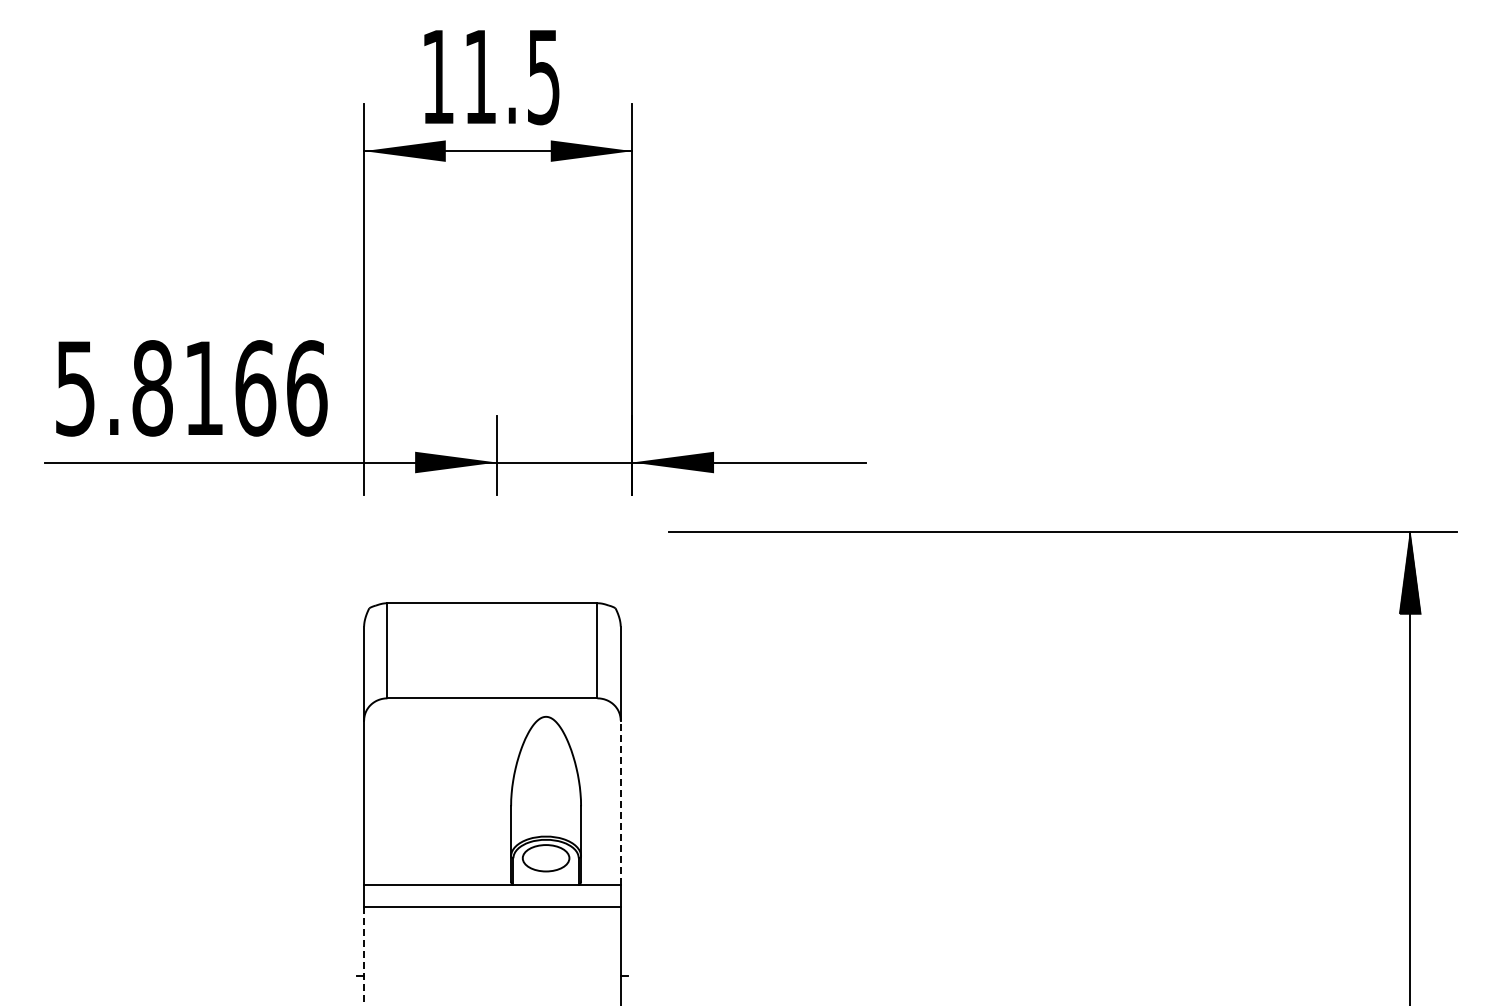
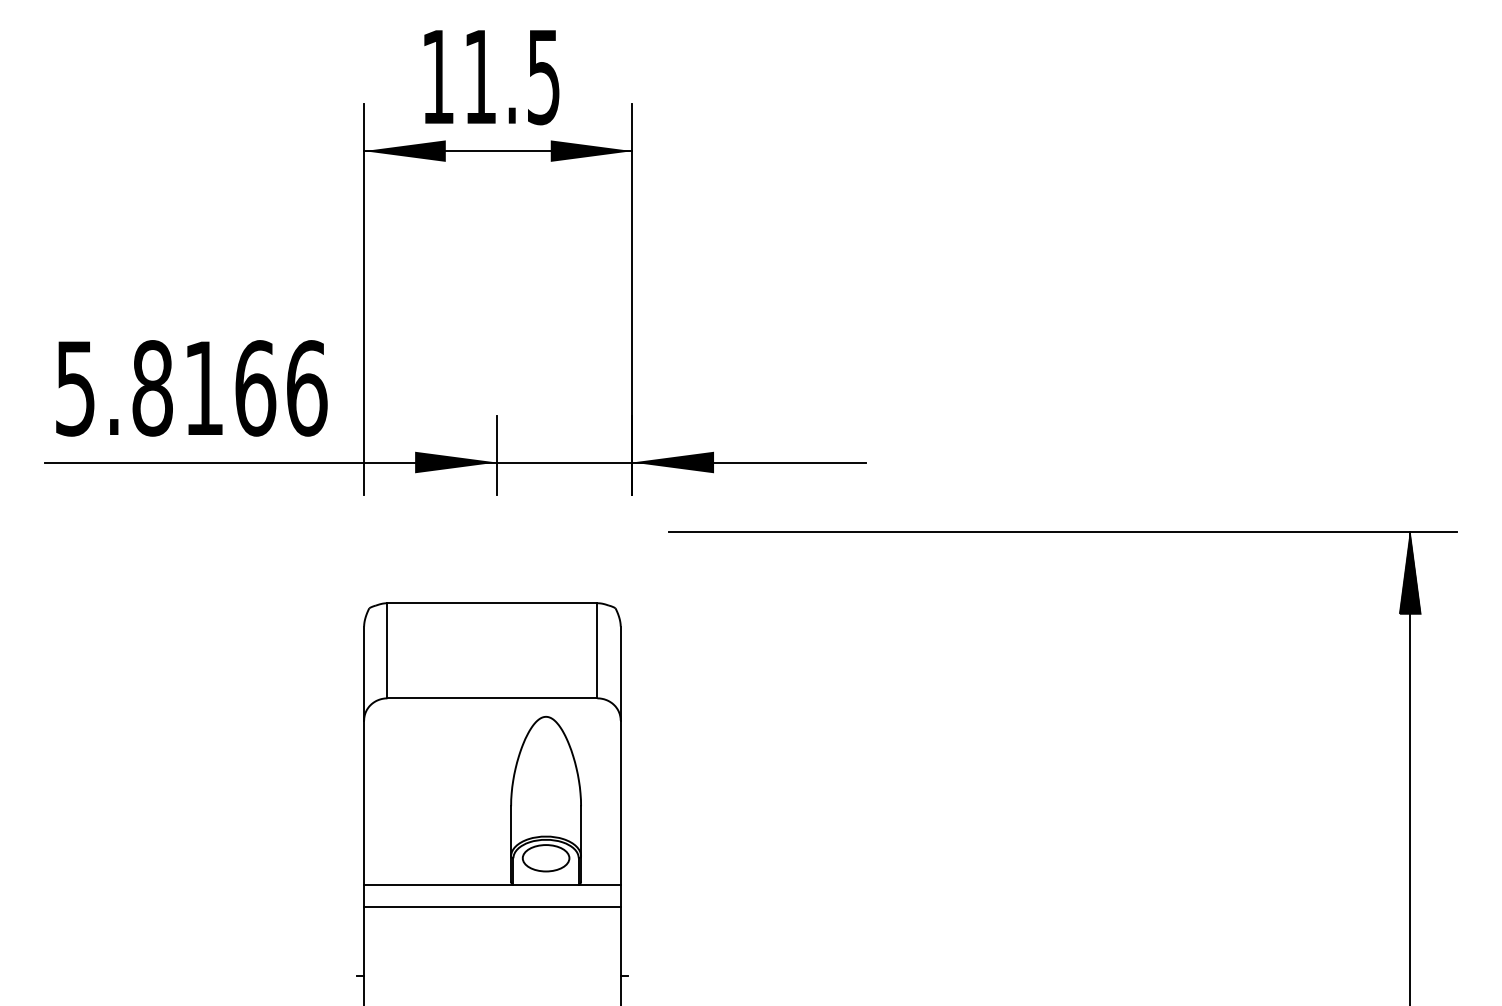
line at (620, 802): dashed -> solid
line at (364, 956): dashed -> solid
